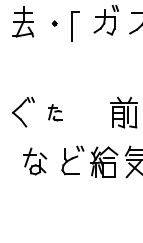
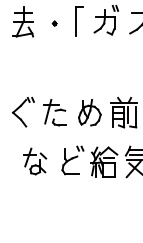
part at (75, 26) position: (75, 26) -> (79, 21)
part at (55, 112) size: 15x18 px -> 24x28 px
part at (89, 112): none -> present
